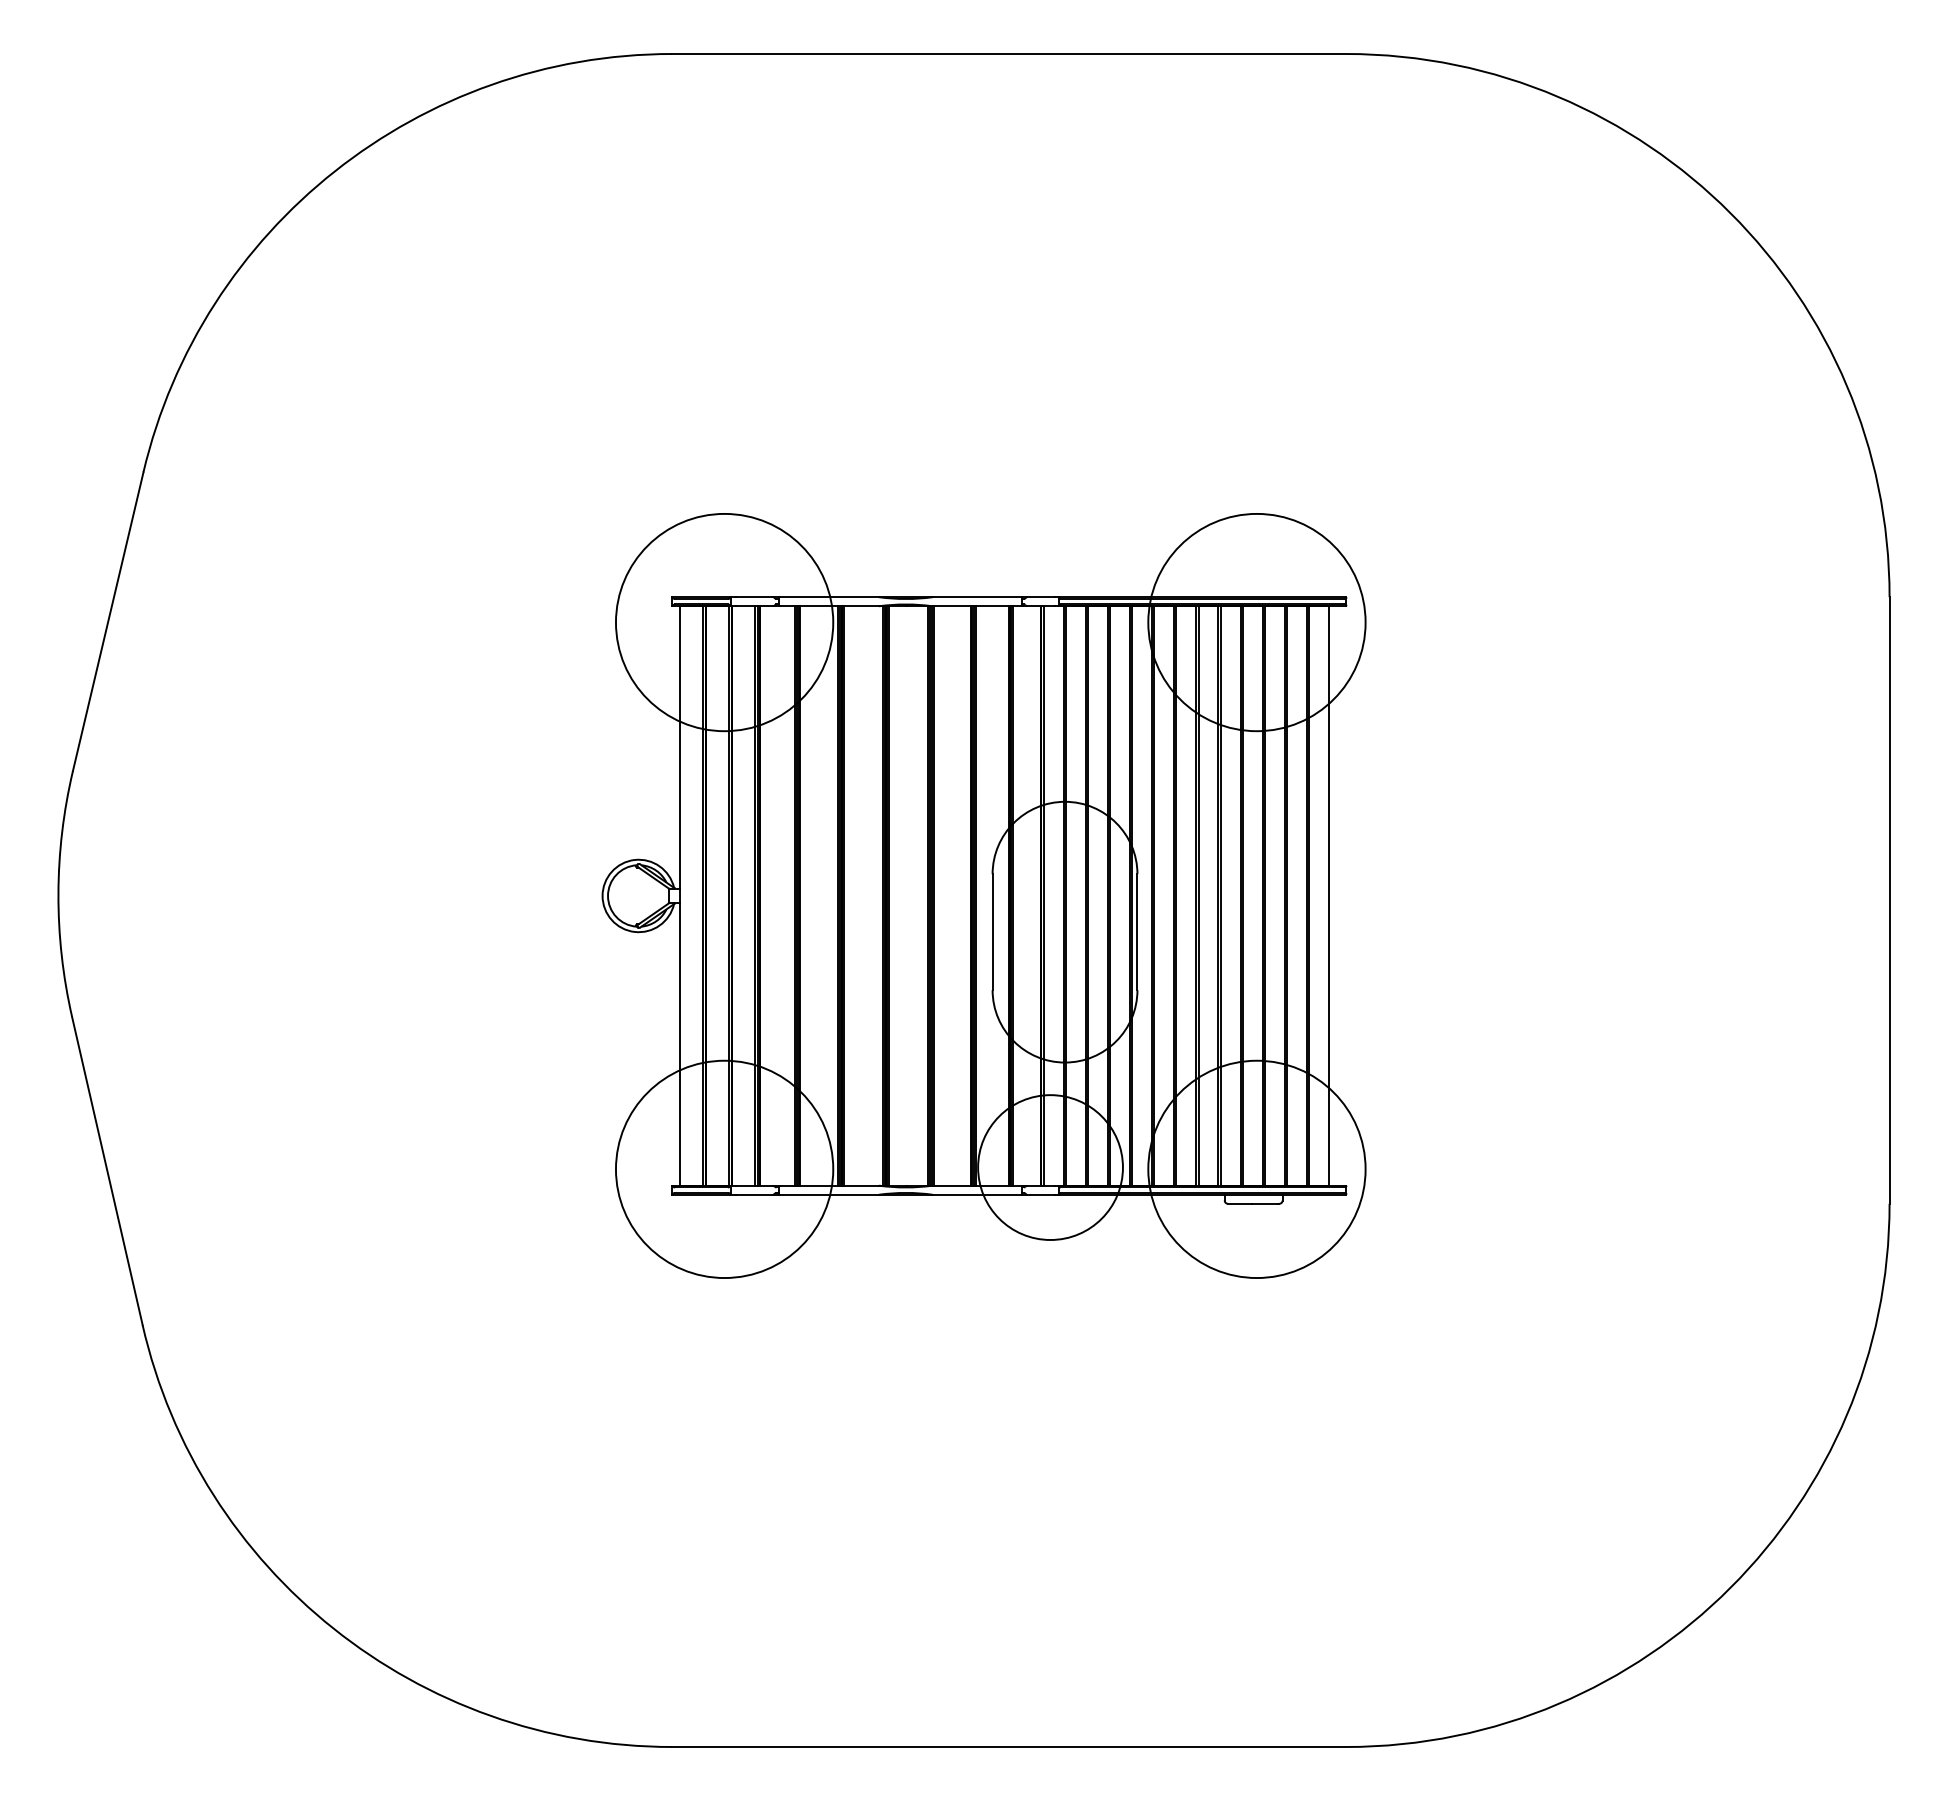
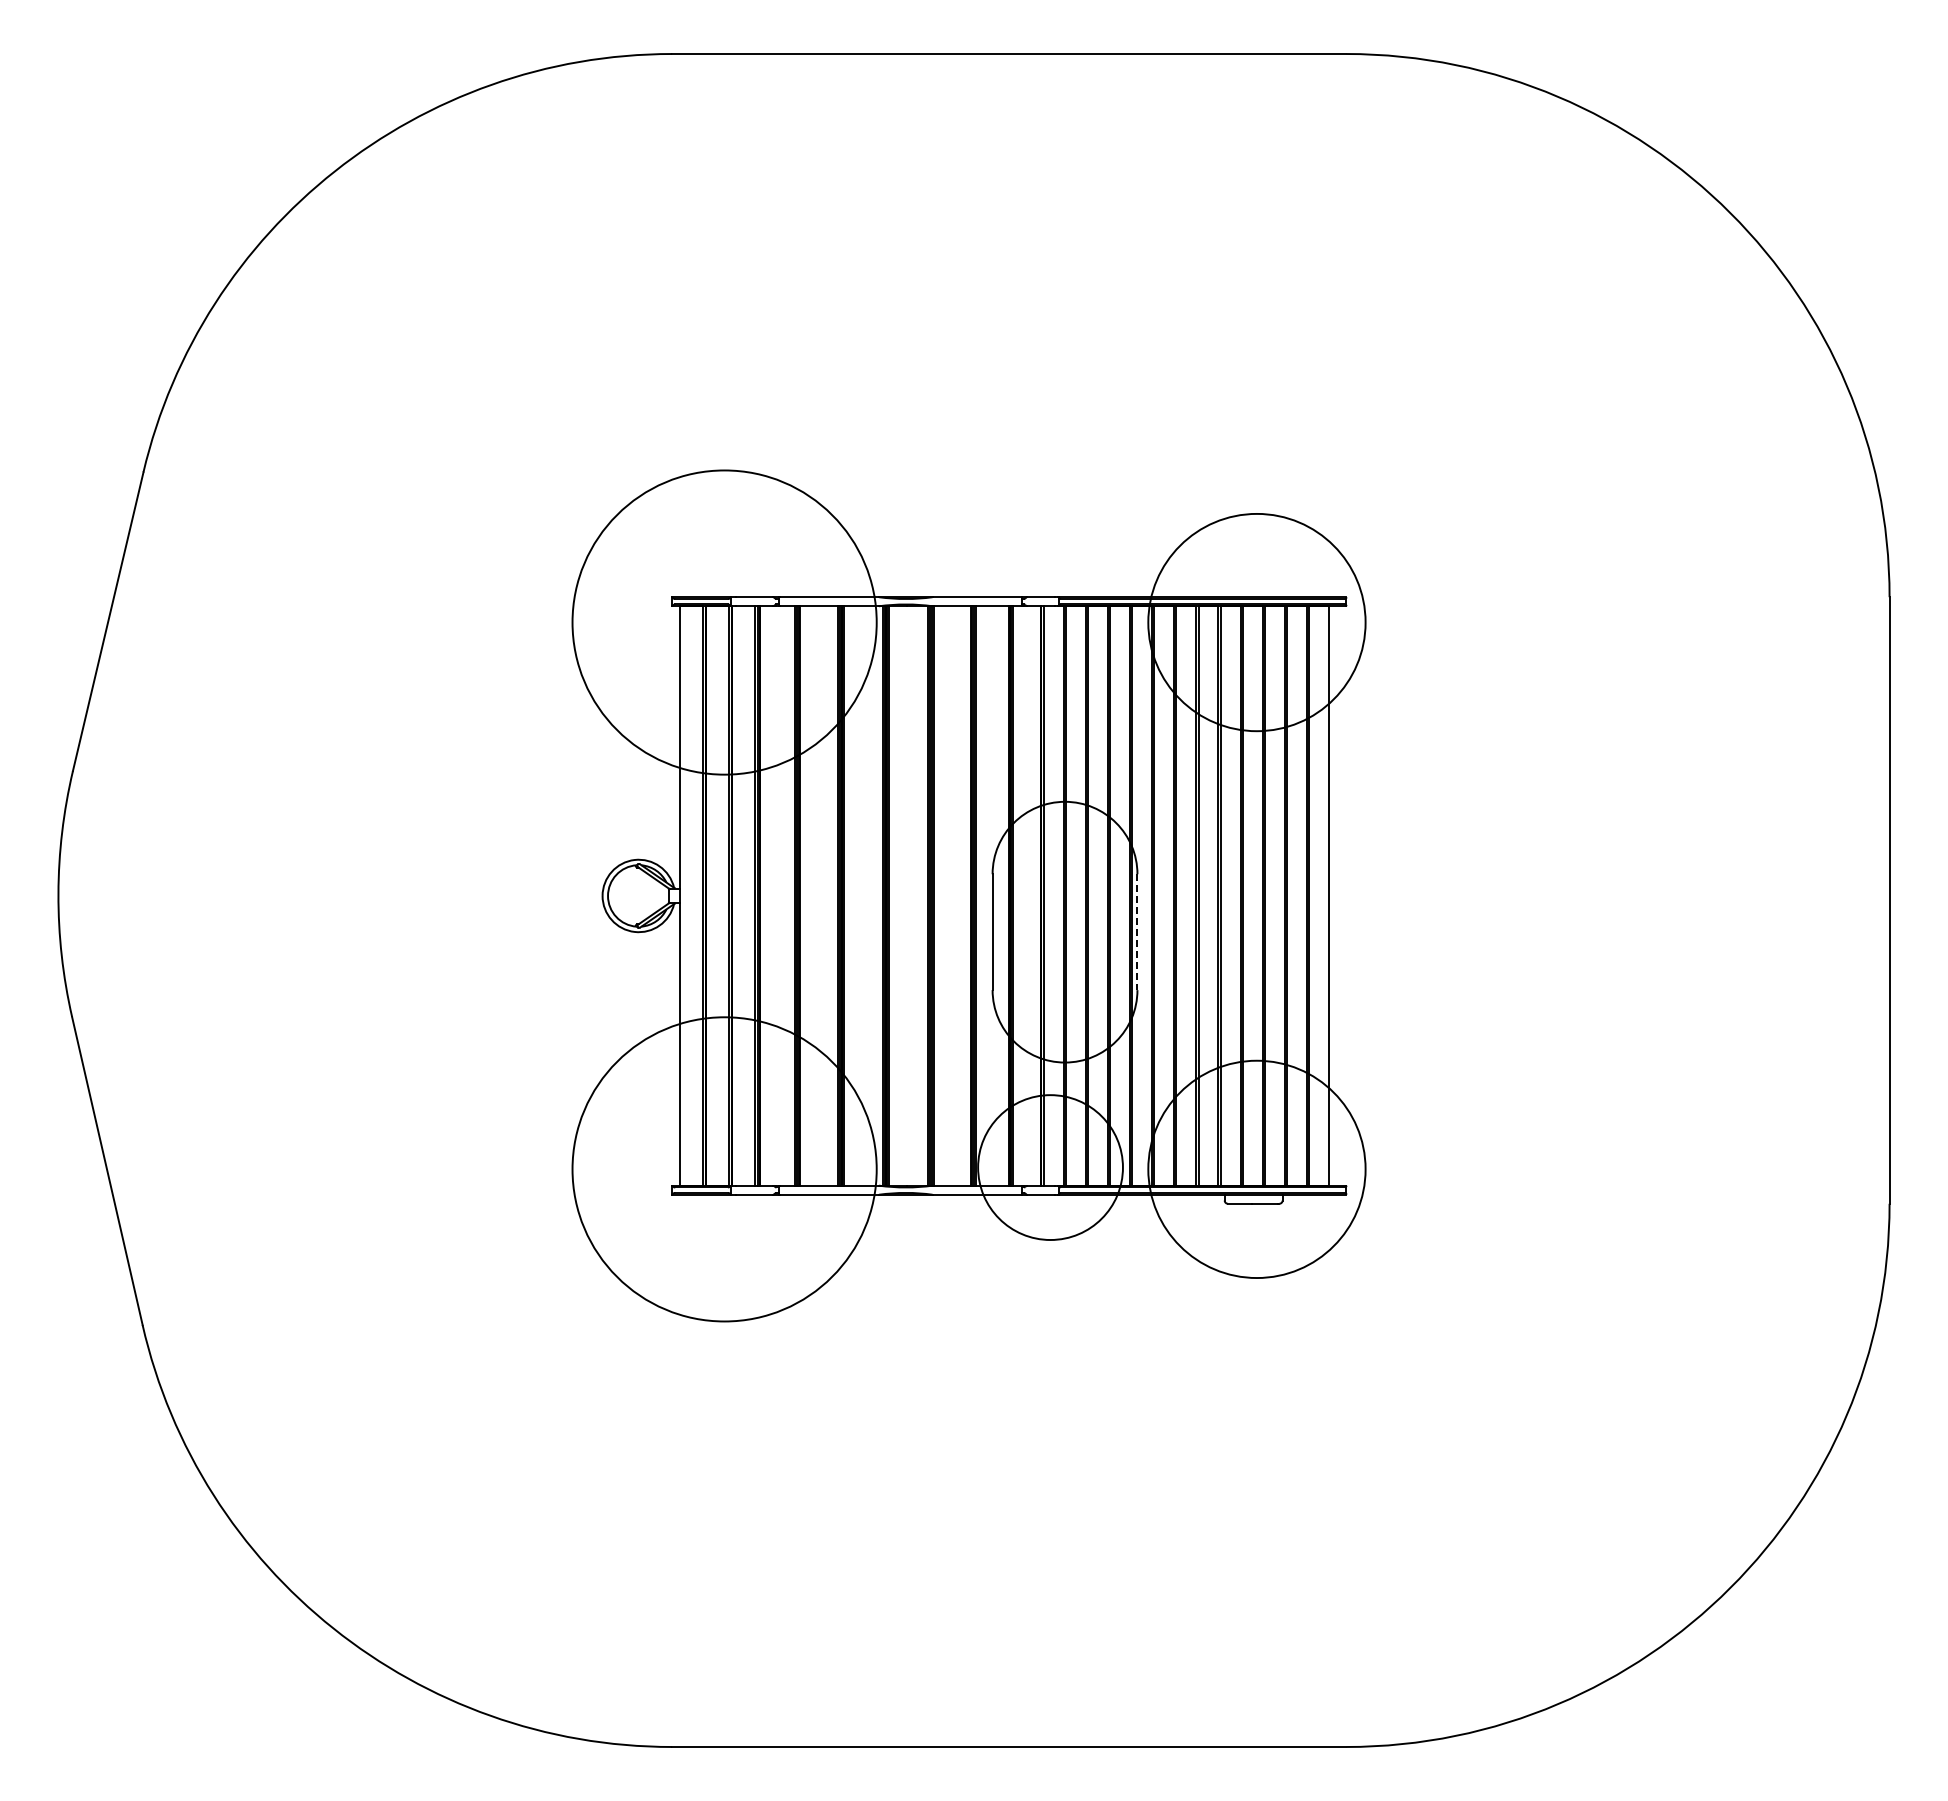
circle at (724, 622) diameter: 217 px -> 304 px
line at (1137, 932): solid -> dashed
circle at (724, 1169) diameter: 217 px -> 304 px
